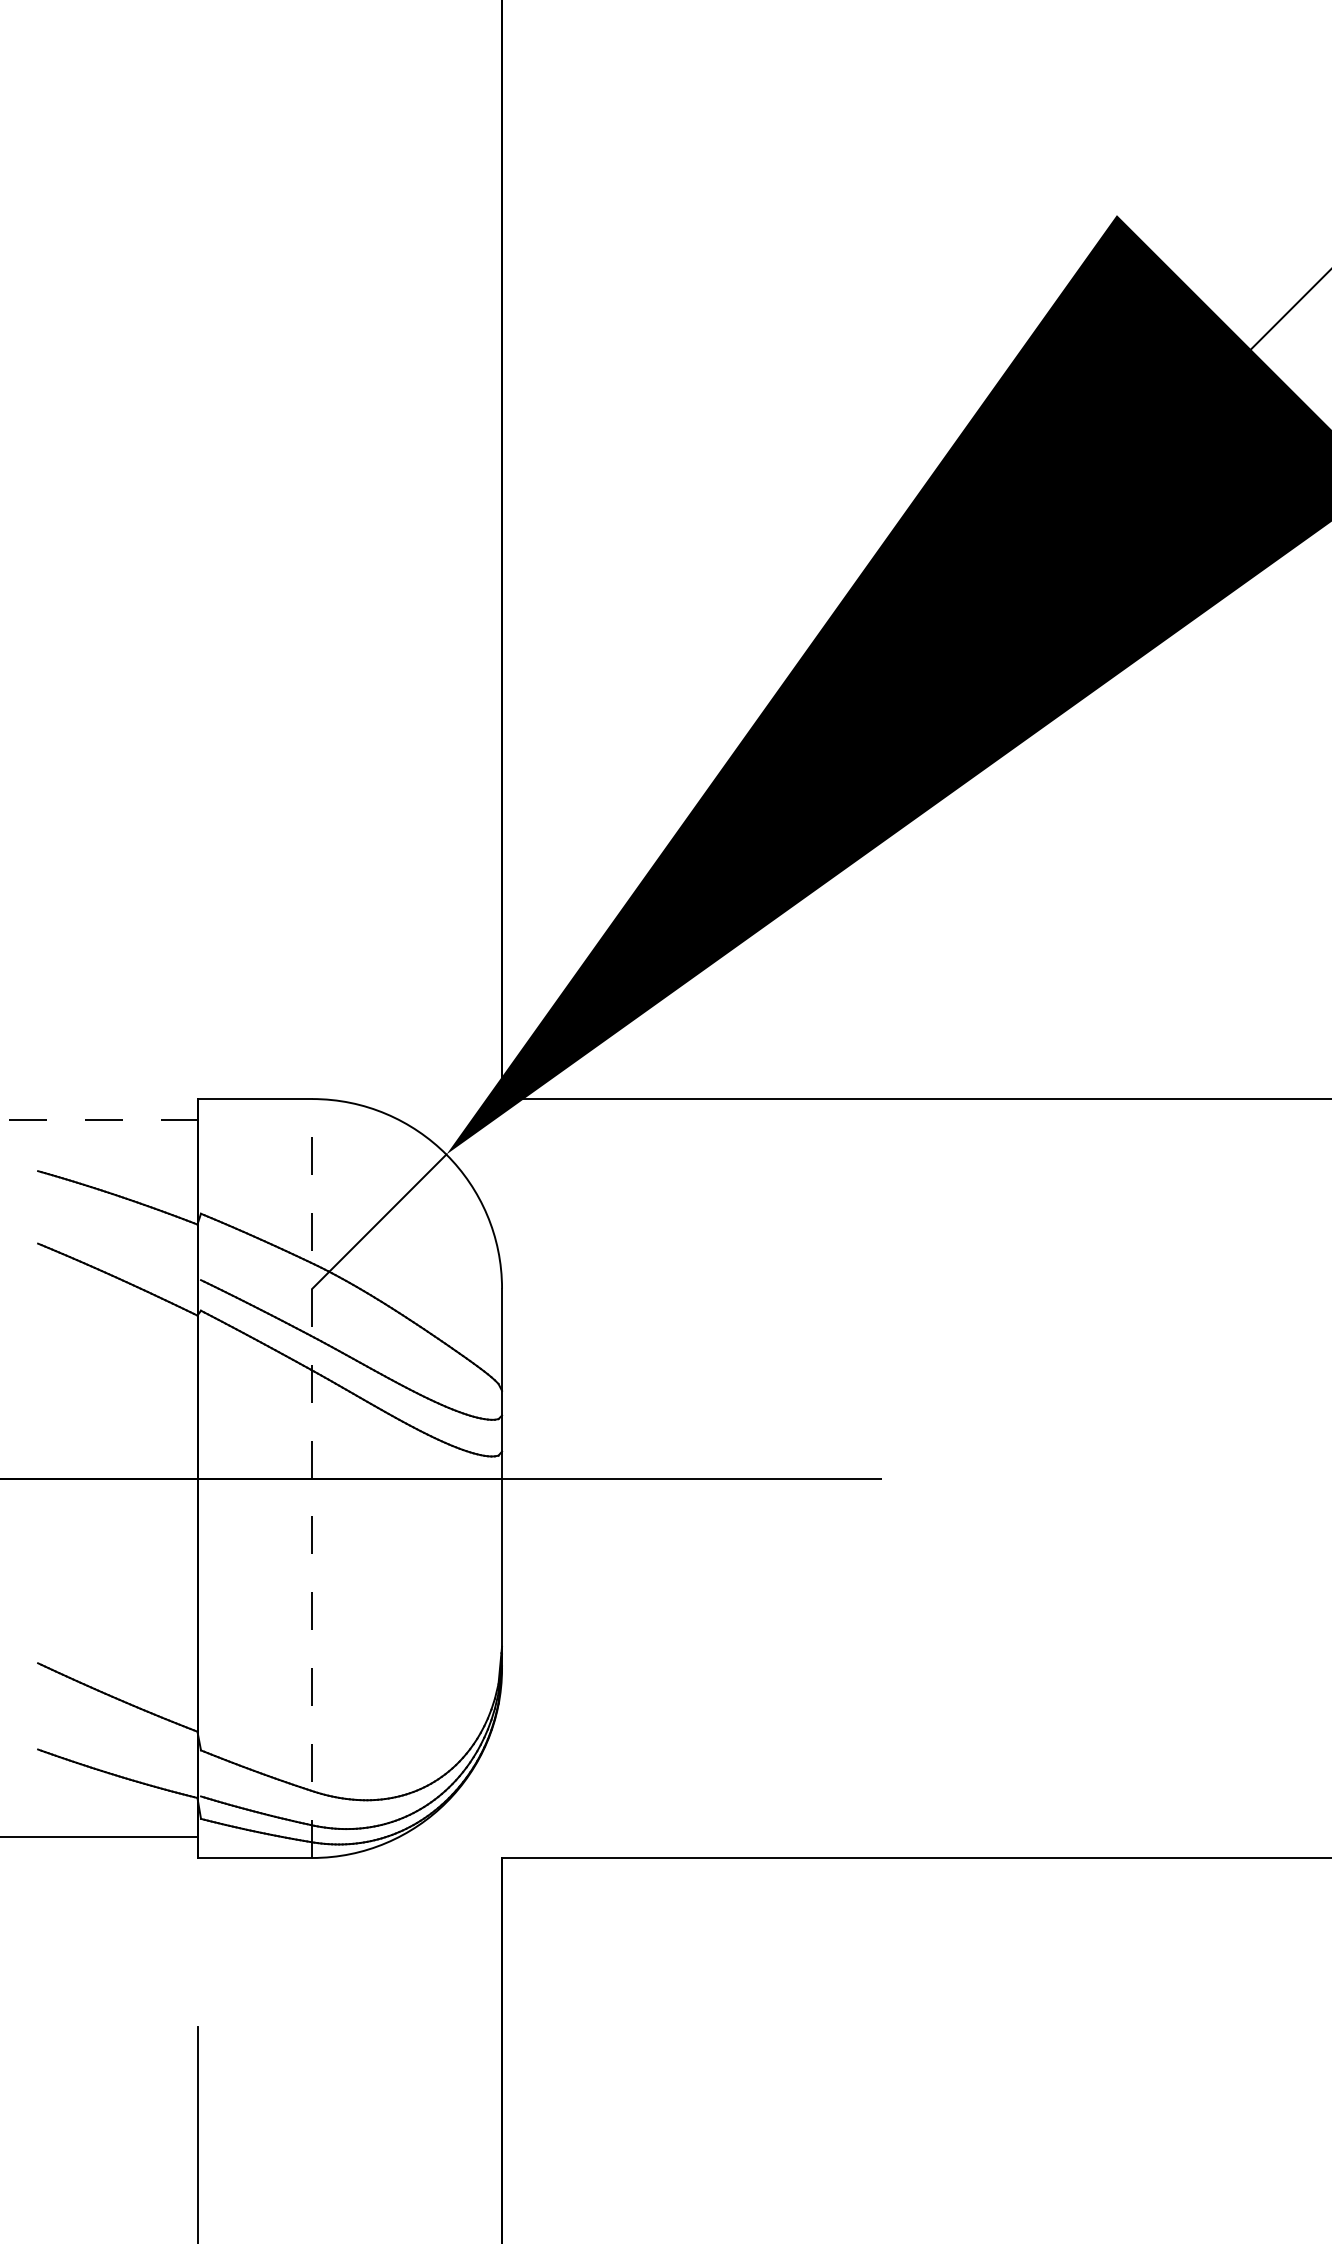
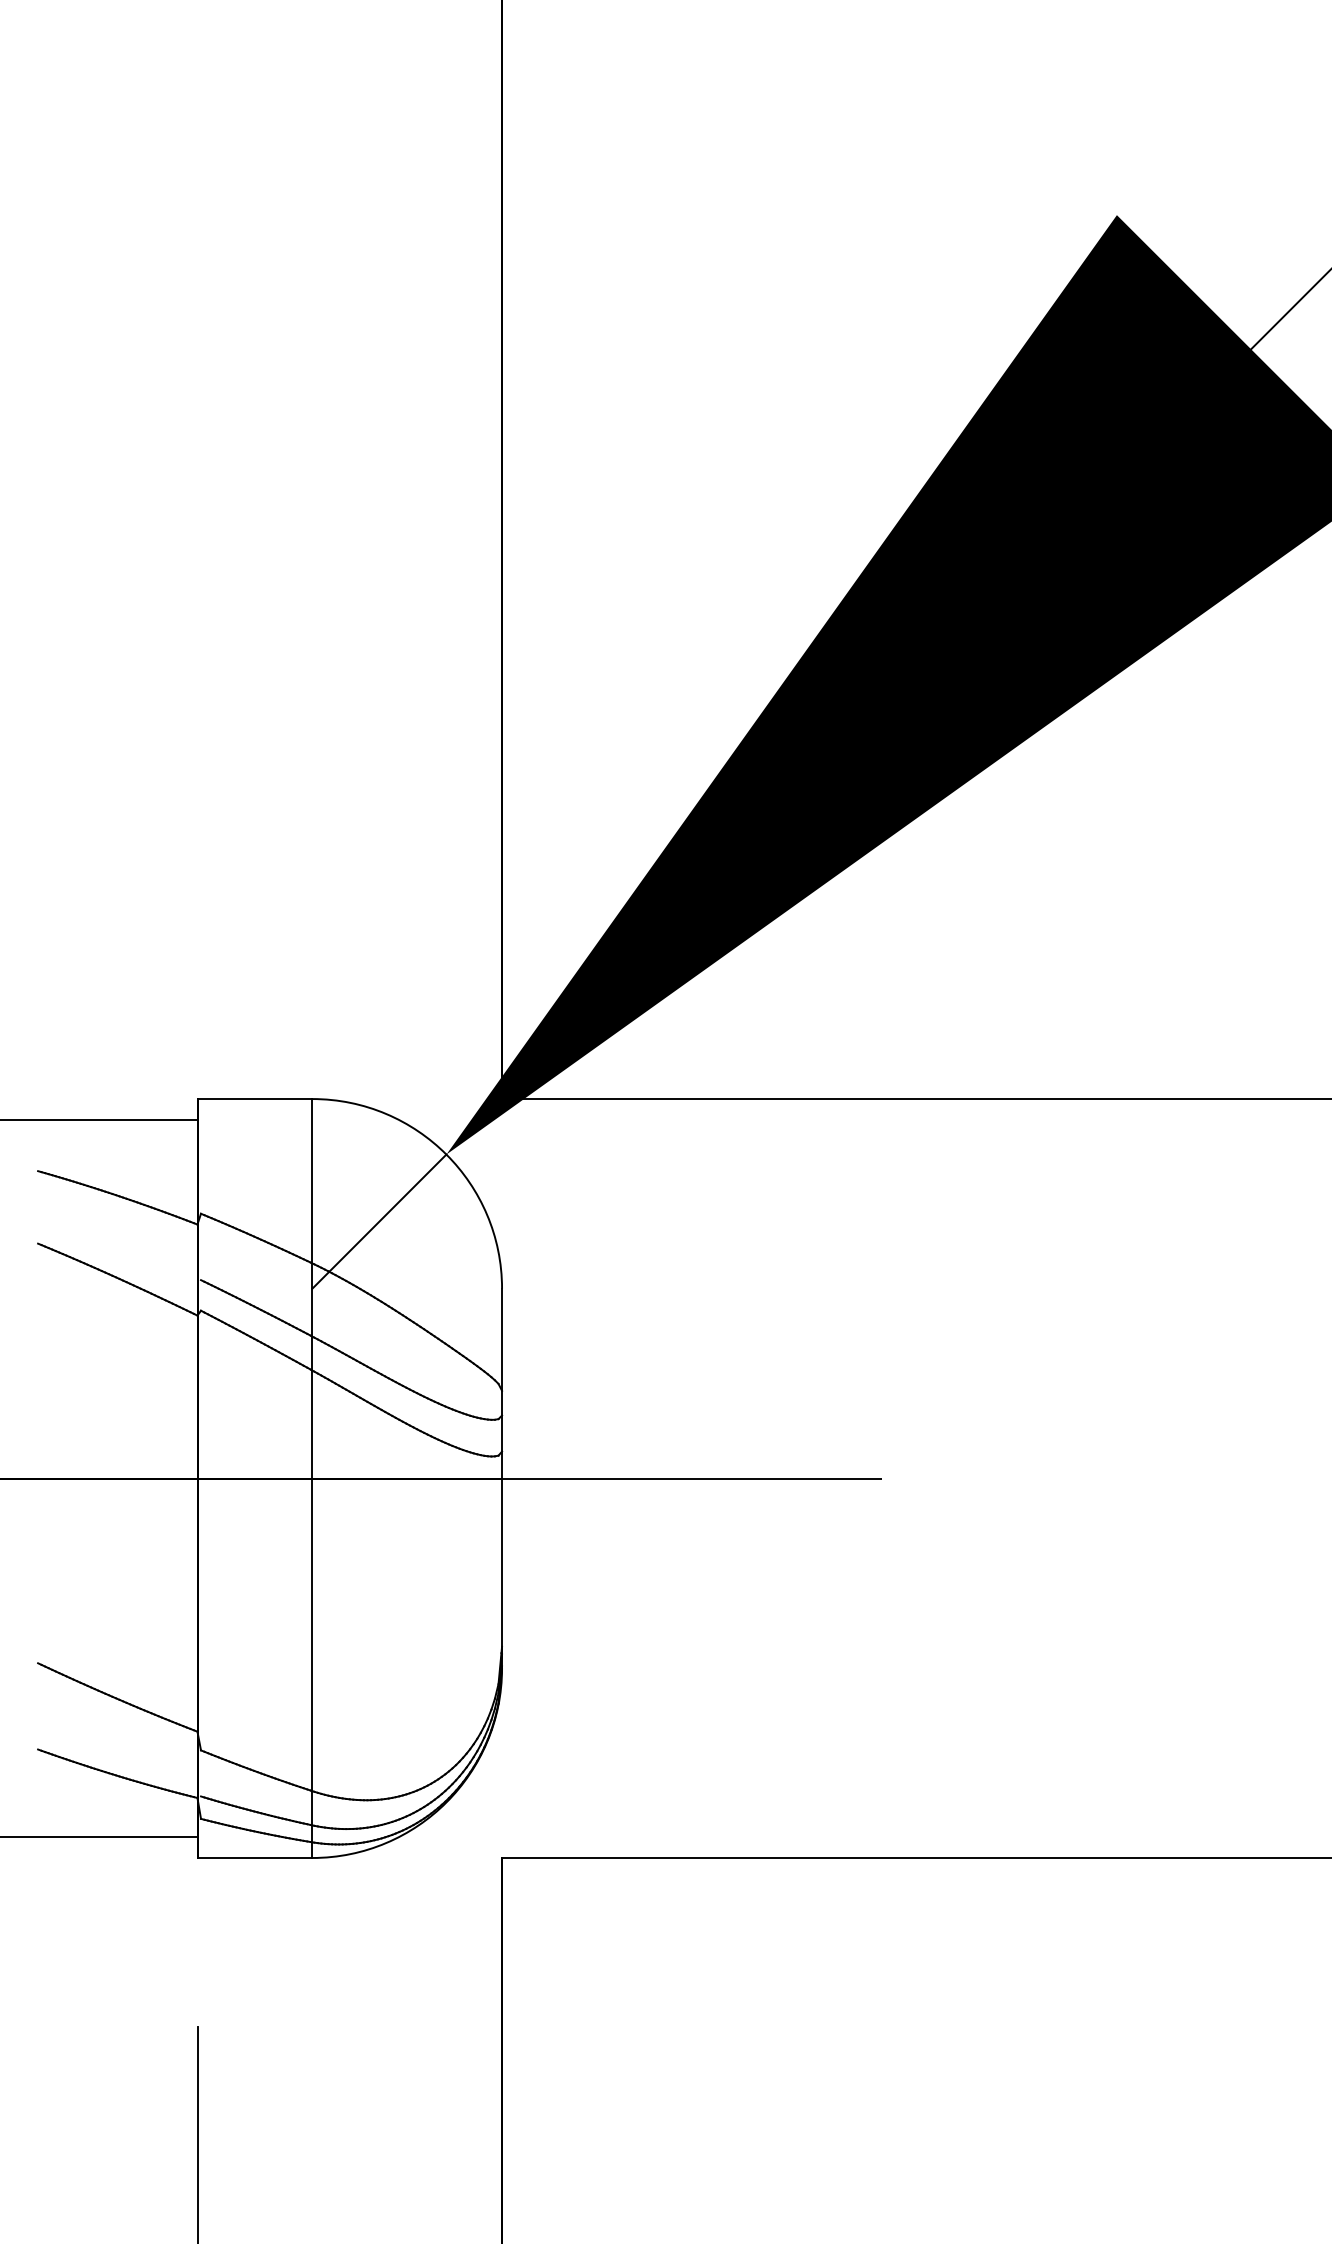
line at (99, 1119): dashed -> solid
line at (312, 1478): dashed -> solid
